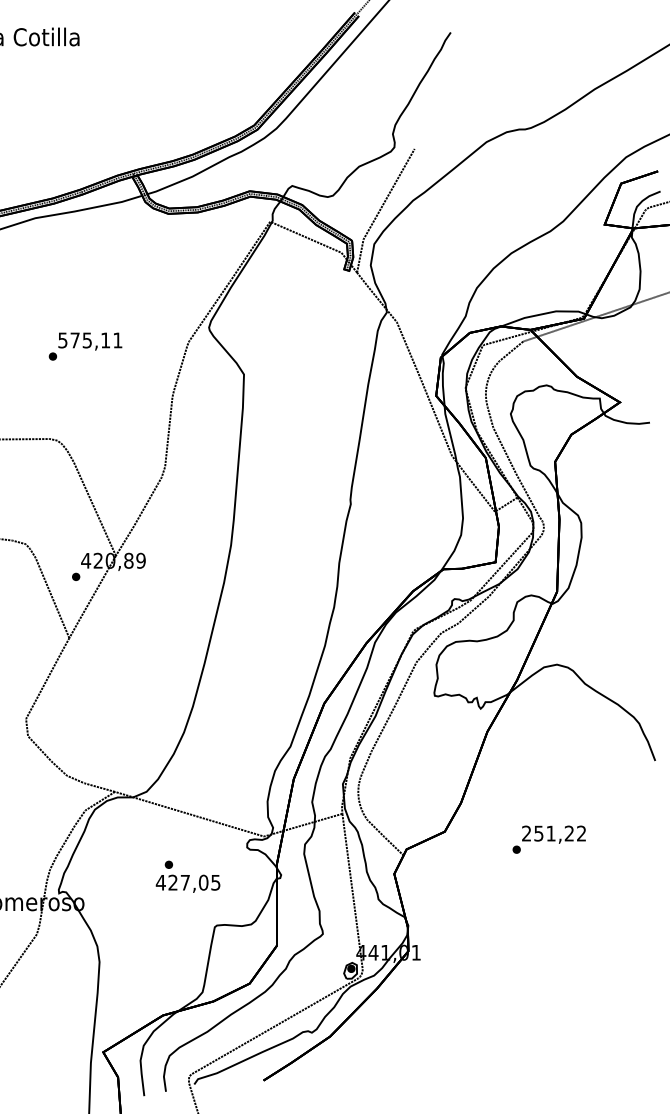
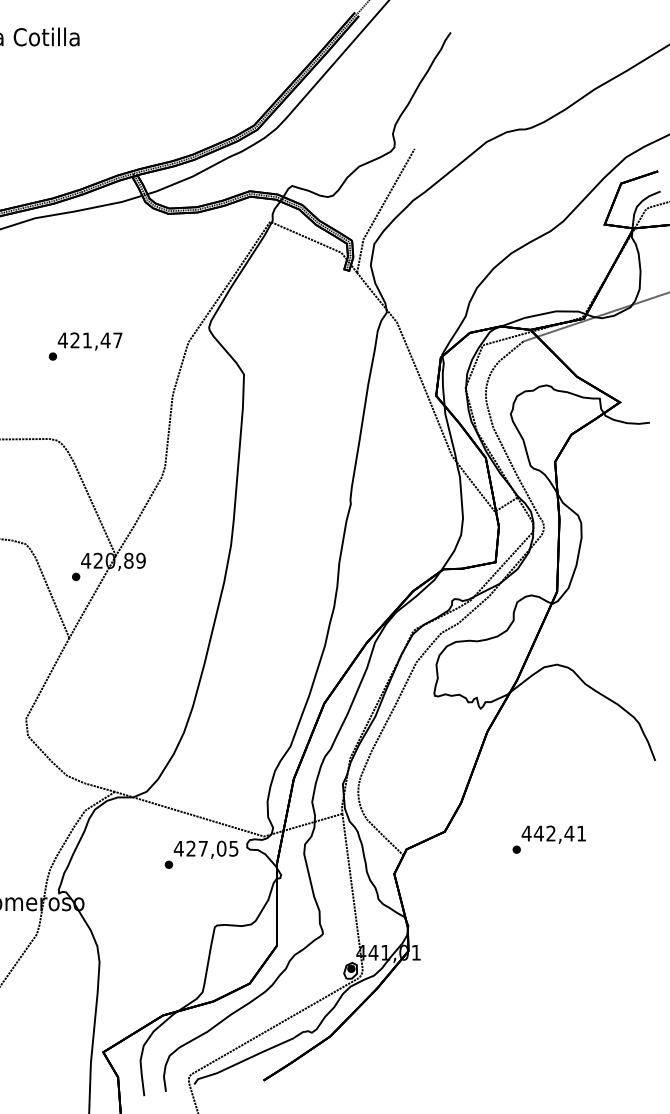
text at (89, 340): 575,11 -> 421,47
text at (553, 833): 251,22 -> 442,41
text at (187, 883) position: (187, 883) -> (205, 849)
